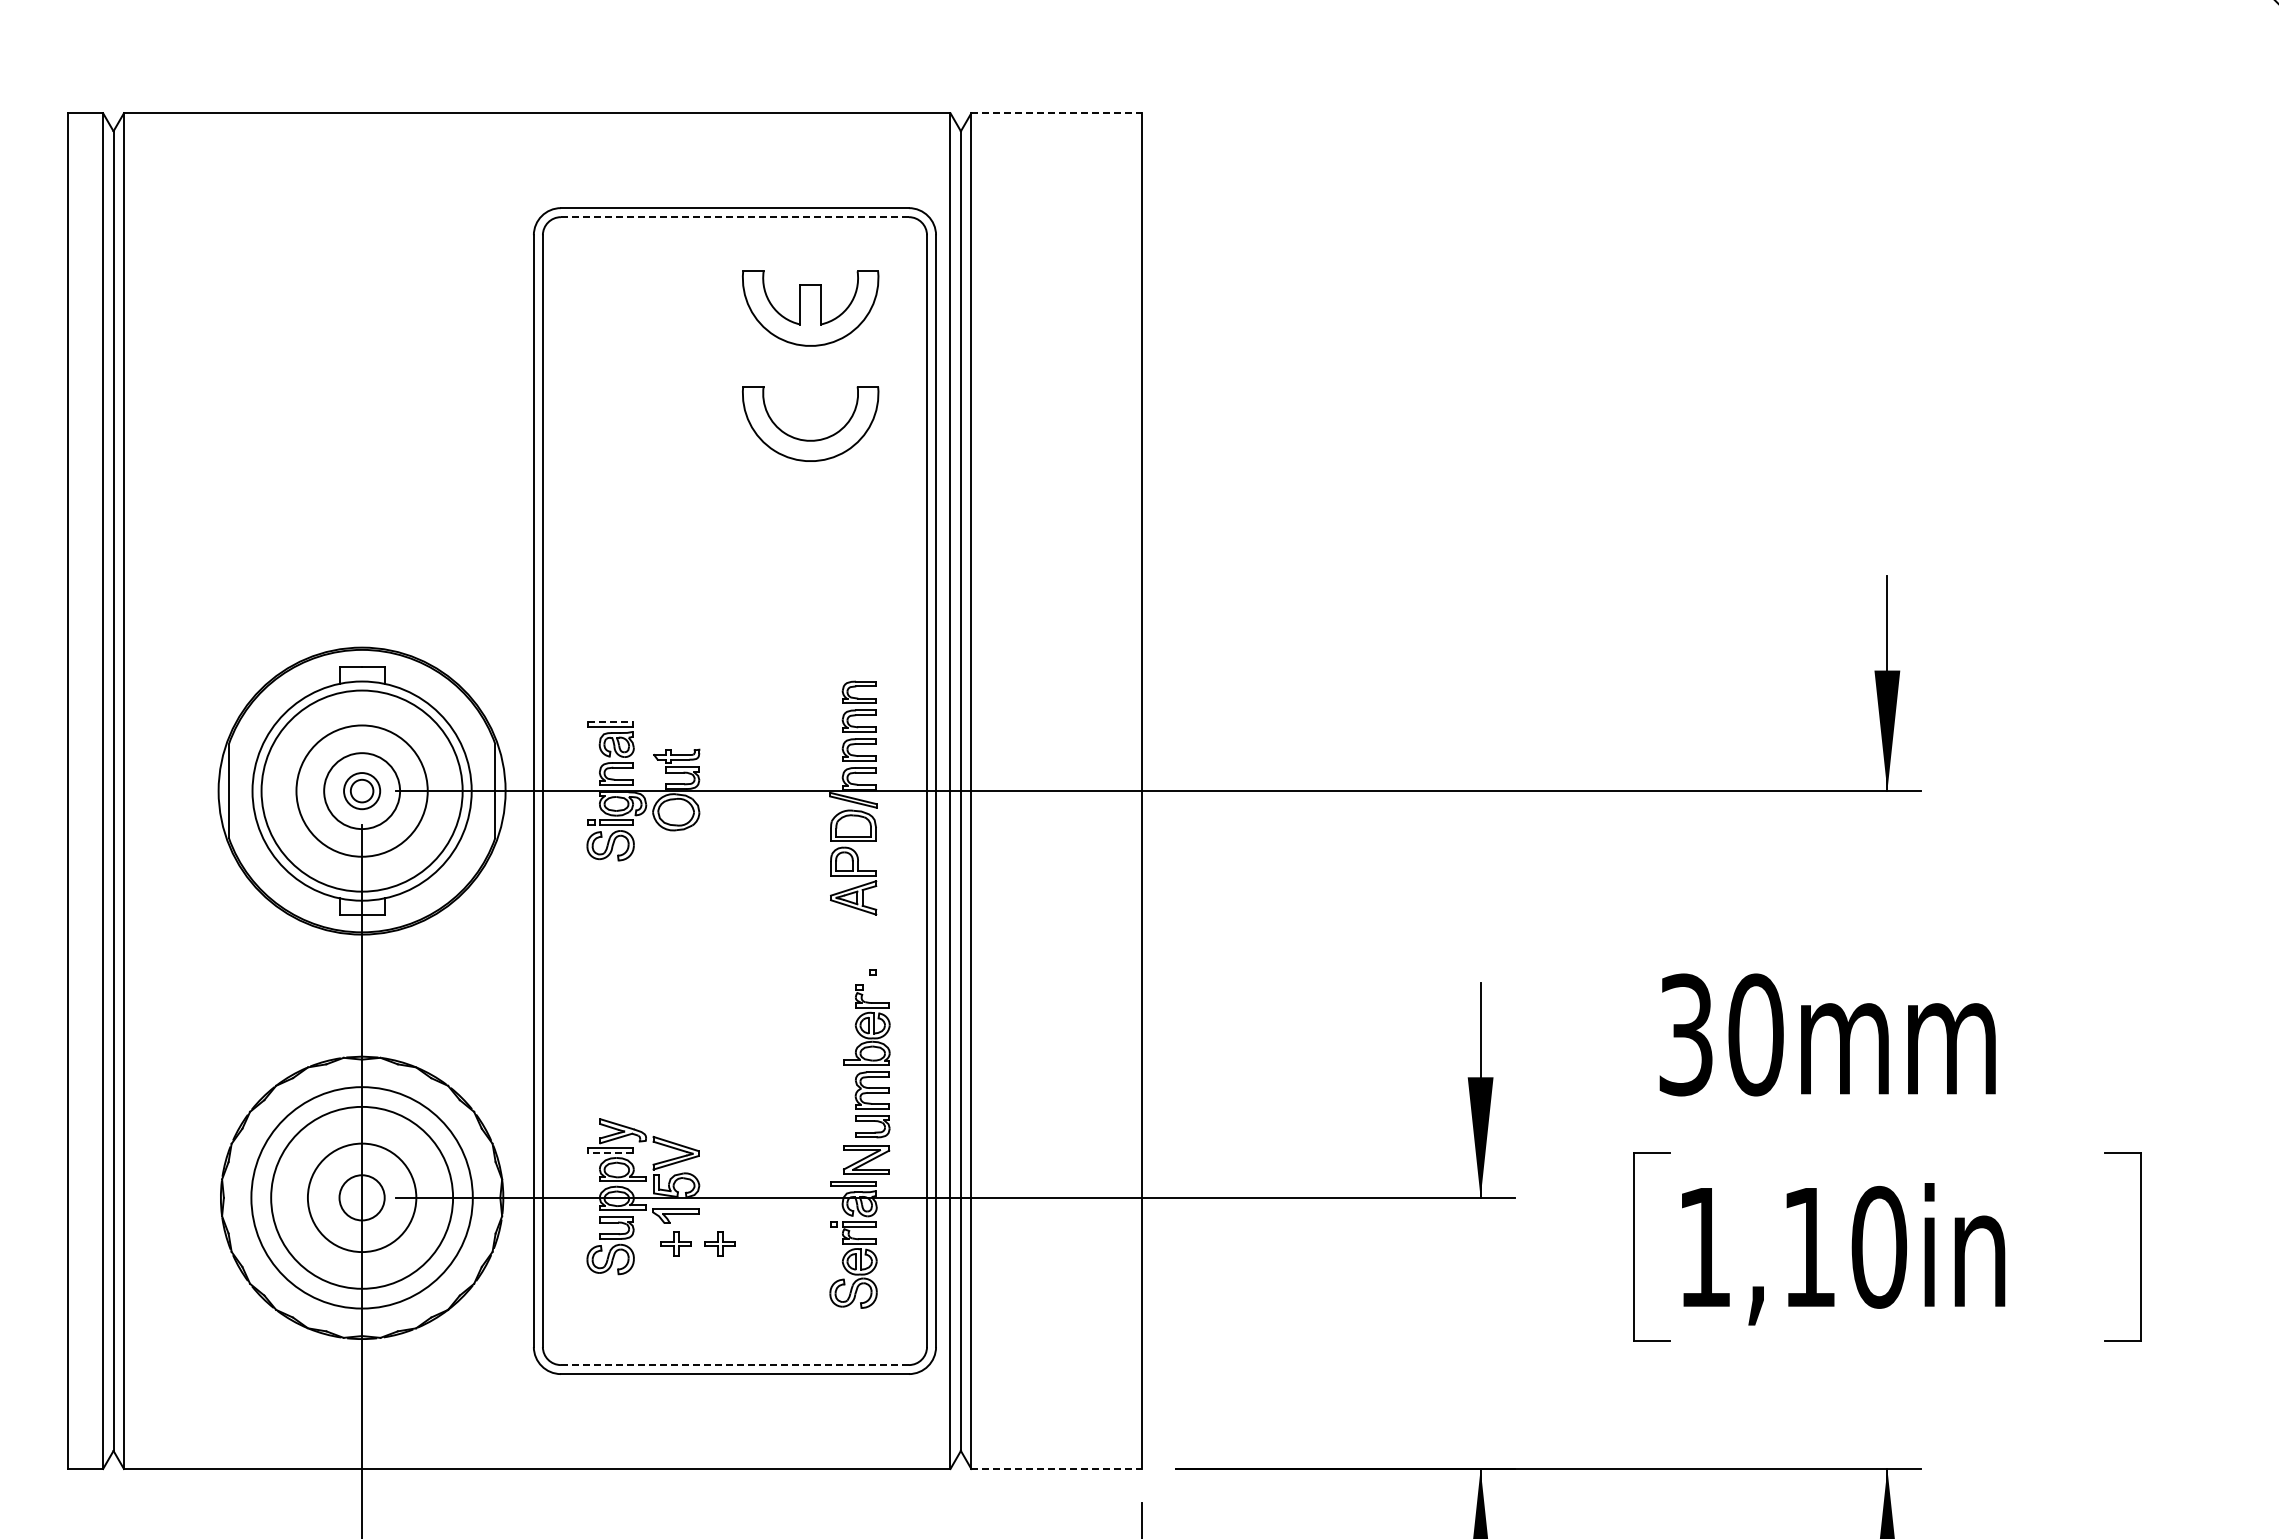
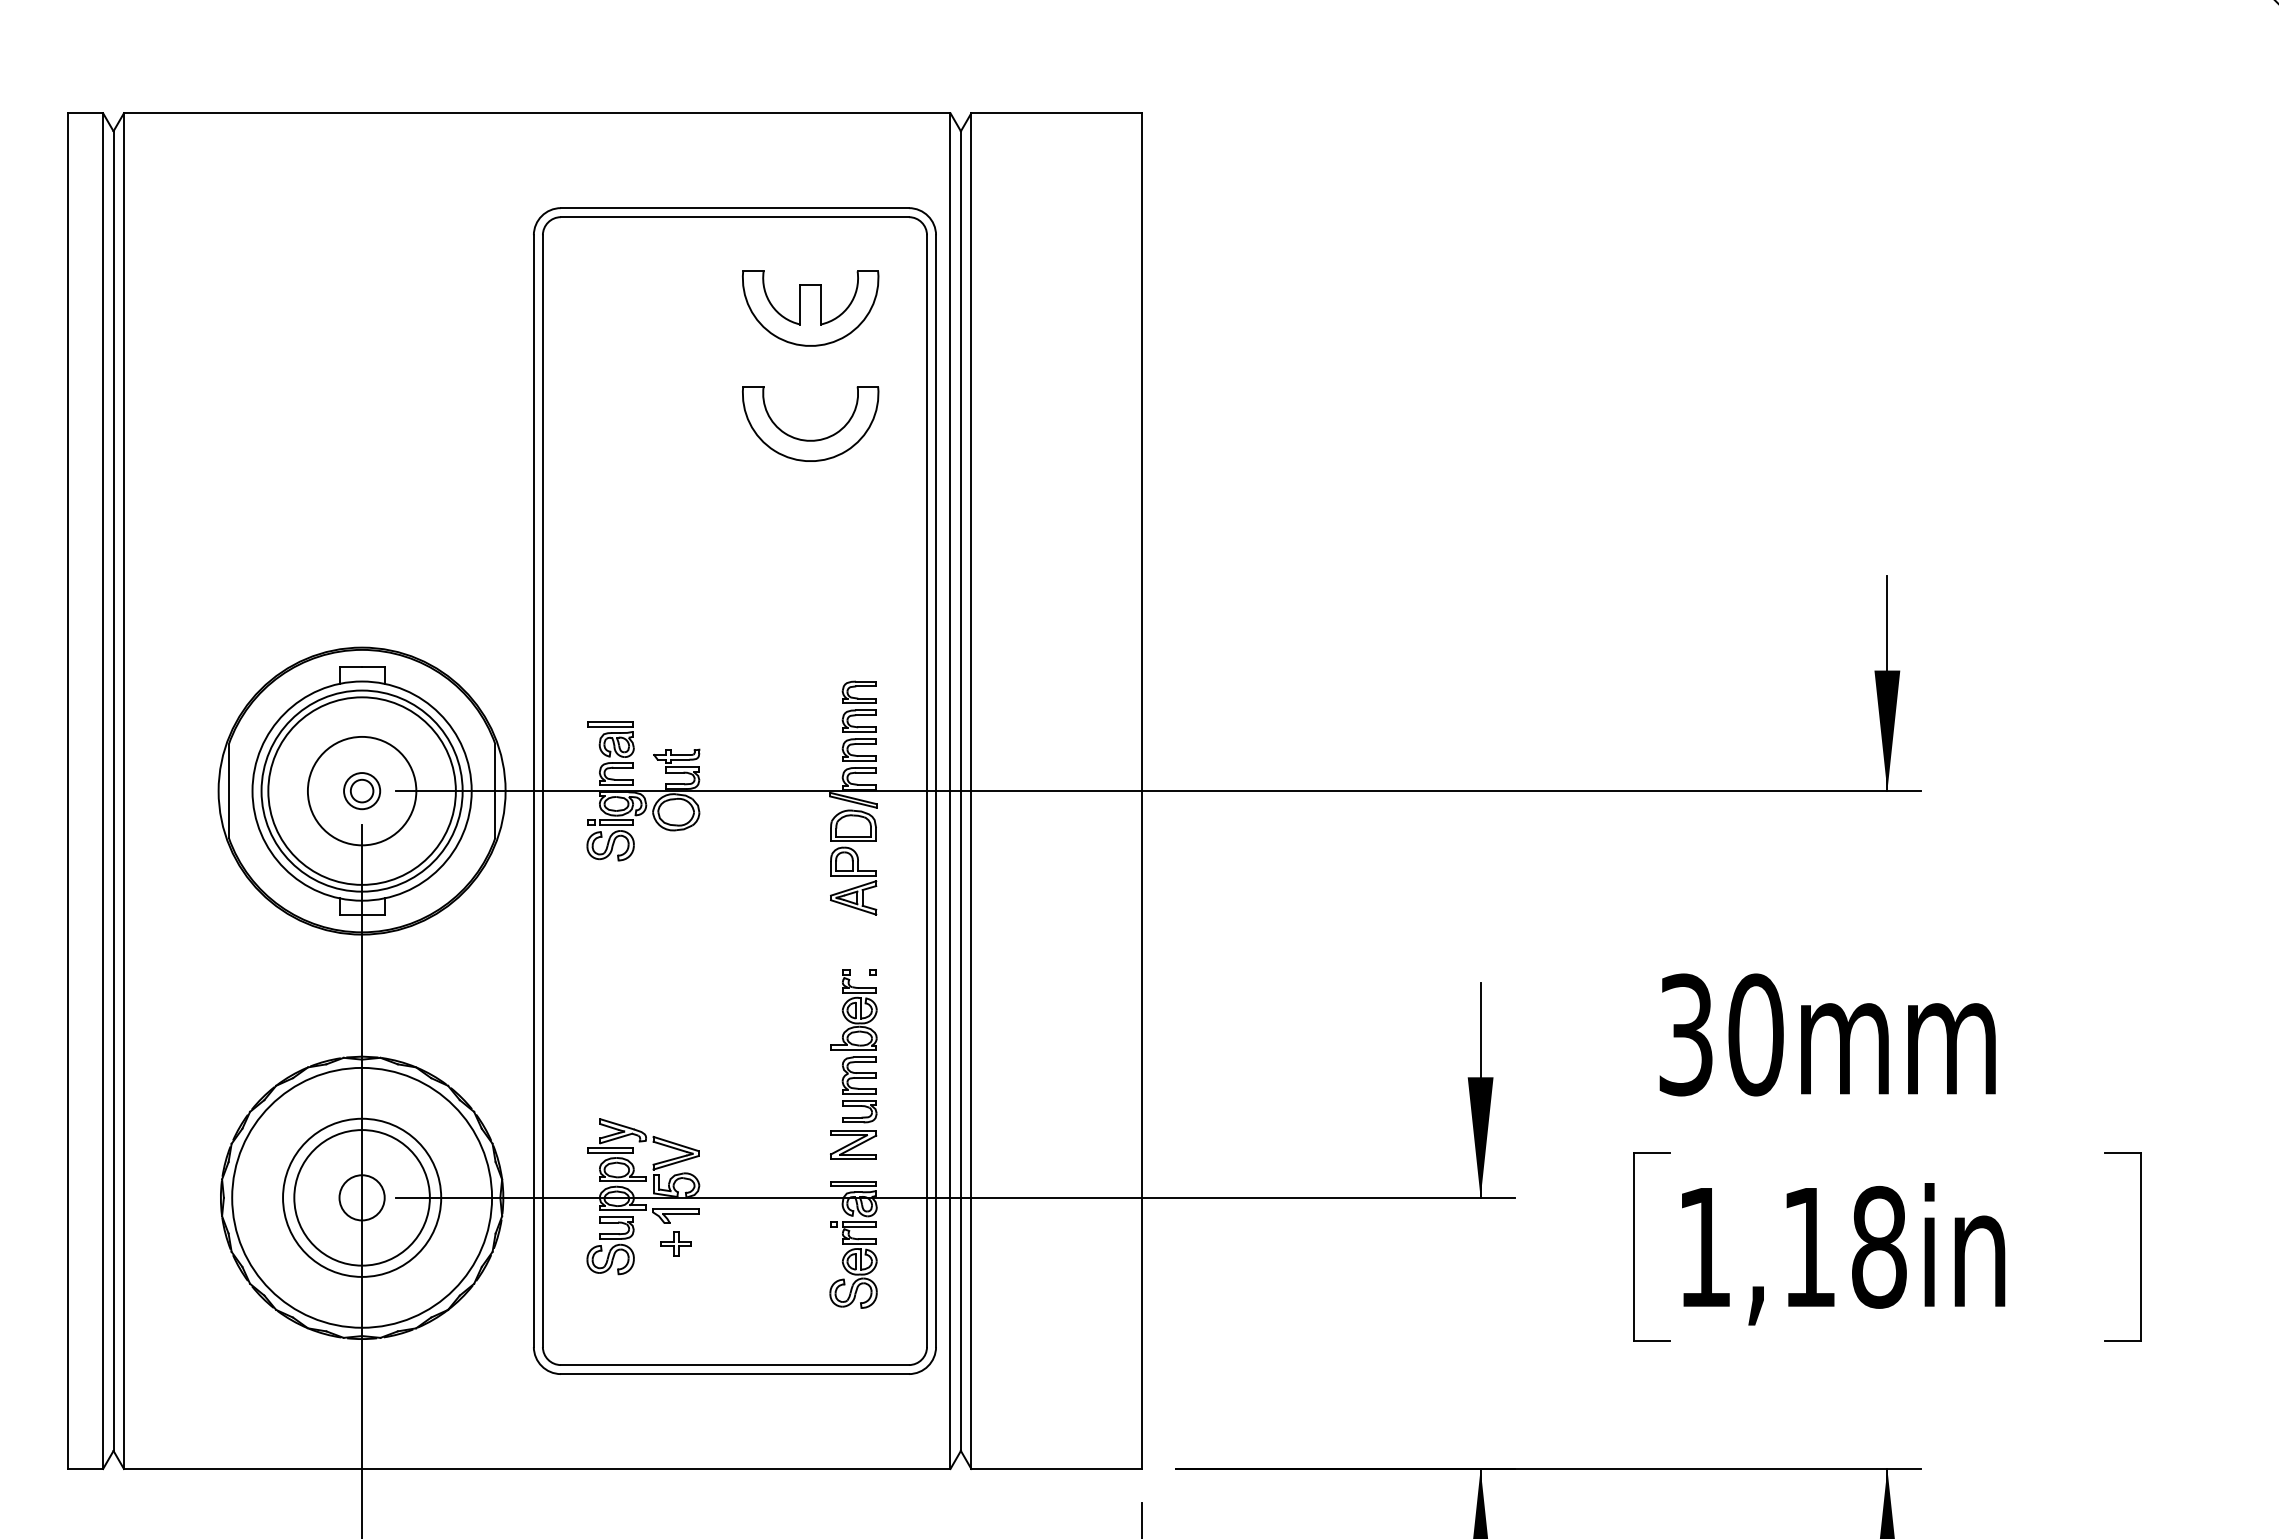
line at (1057, 113): dashed -> solid
line at (734, 217): dashed -> solid
line at (610, 722): dashed -> solid
circle at (361, 790) diameter: 131 px -> 188 px
circle at (362, 791) diameter: 76 px -> 108 px
part at (866, 1079) position: (866, 1079) -> (853, 1064)
line at (610, 1152): dashed -> solid
circle at (361, 1197) diameter: 108 px -> 136 px
circle at (361, 1197) diameter: 221 px -> 158 px
circle at (362, 1197) diameter: 182 px -> 260 px
part at (719, 1243): present -> none
text at (1879, 1247): 1,10in -> 1,18in
line at (734, 1365): dashed -> solid
line at (1057, 1469): dashed -> solid
